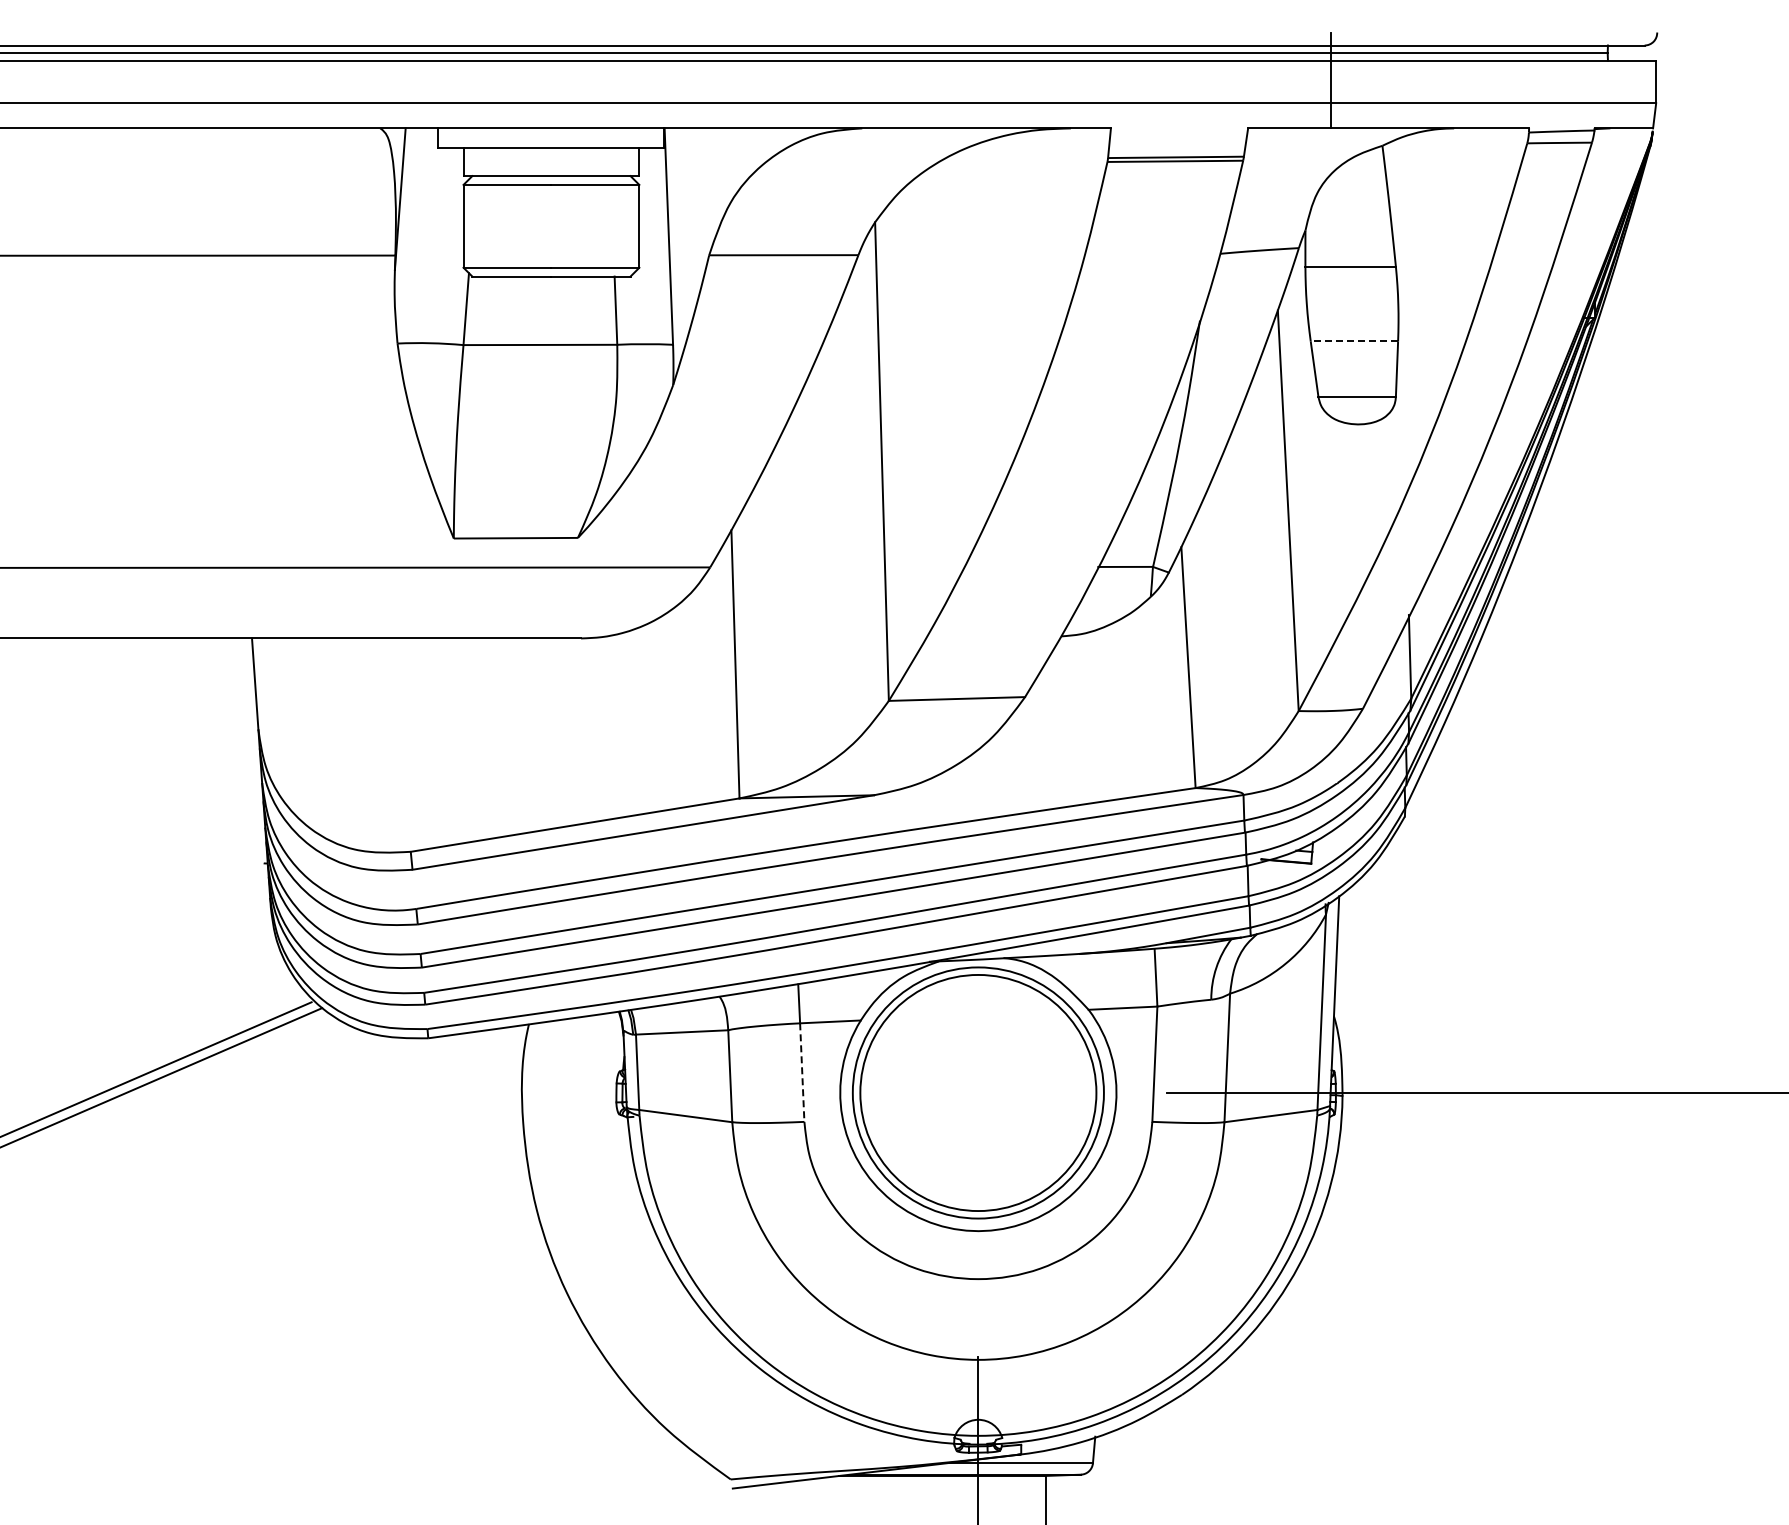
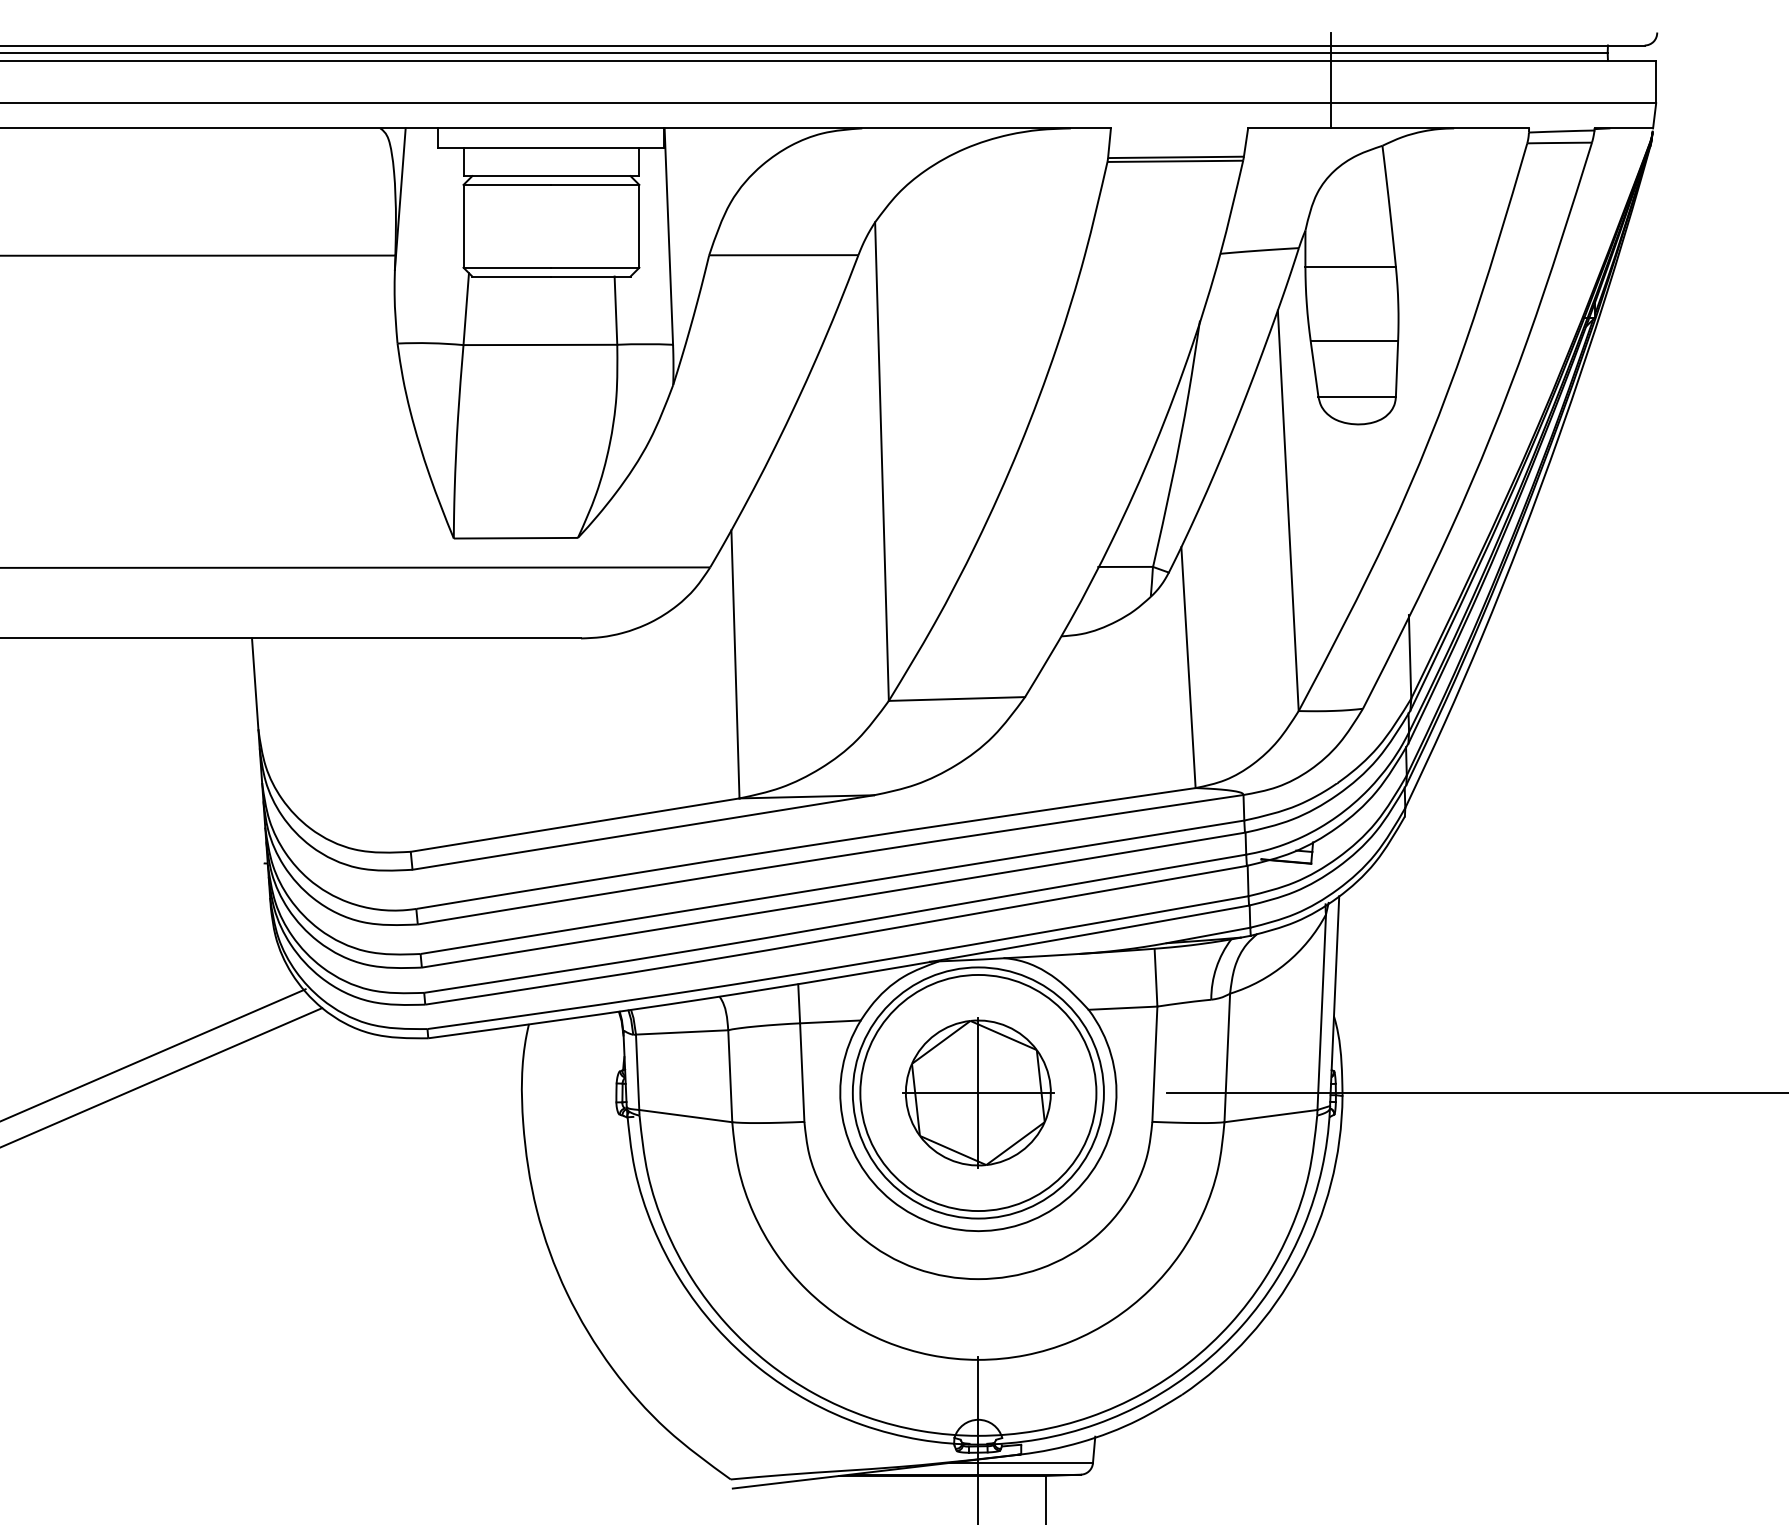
line at (1354, 341): dashed -> solid
line at (156, 1069) position: (156, 1069) -> (153, 1054)
line at (802, 1073): dashed -> solid
part at (978, 1092): none -> present
